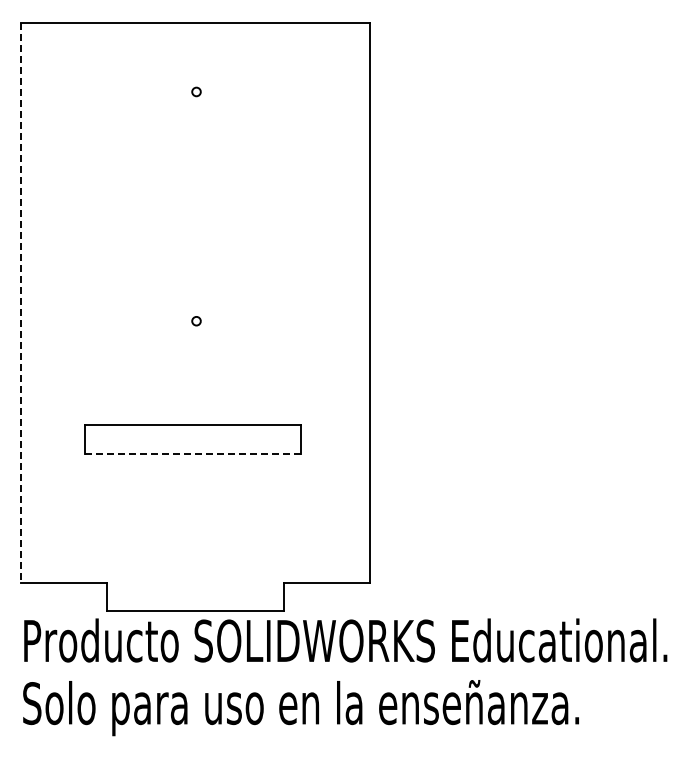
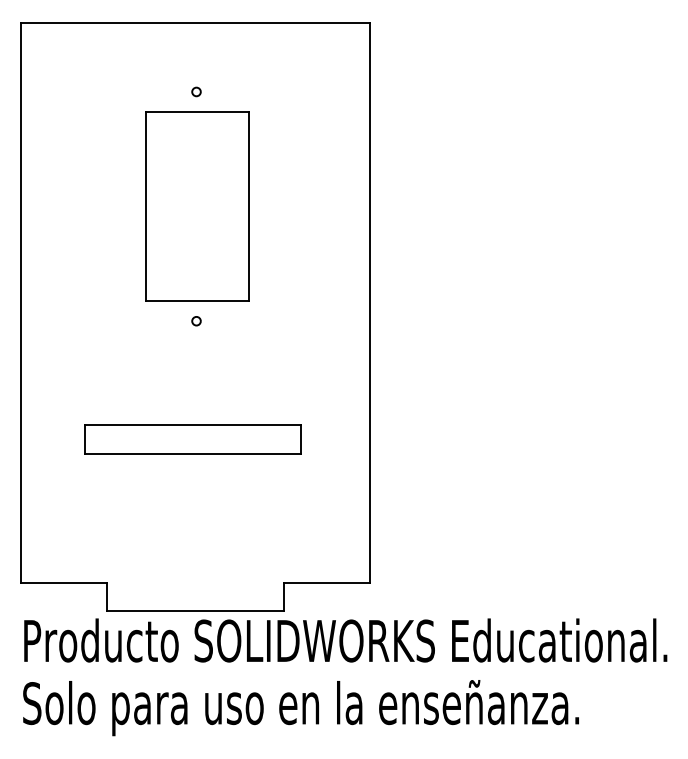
part at (197, 206): none -> present
line at (20, 303): dashed -> solid
line at (193, 453): dashed -> solid
